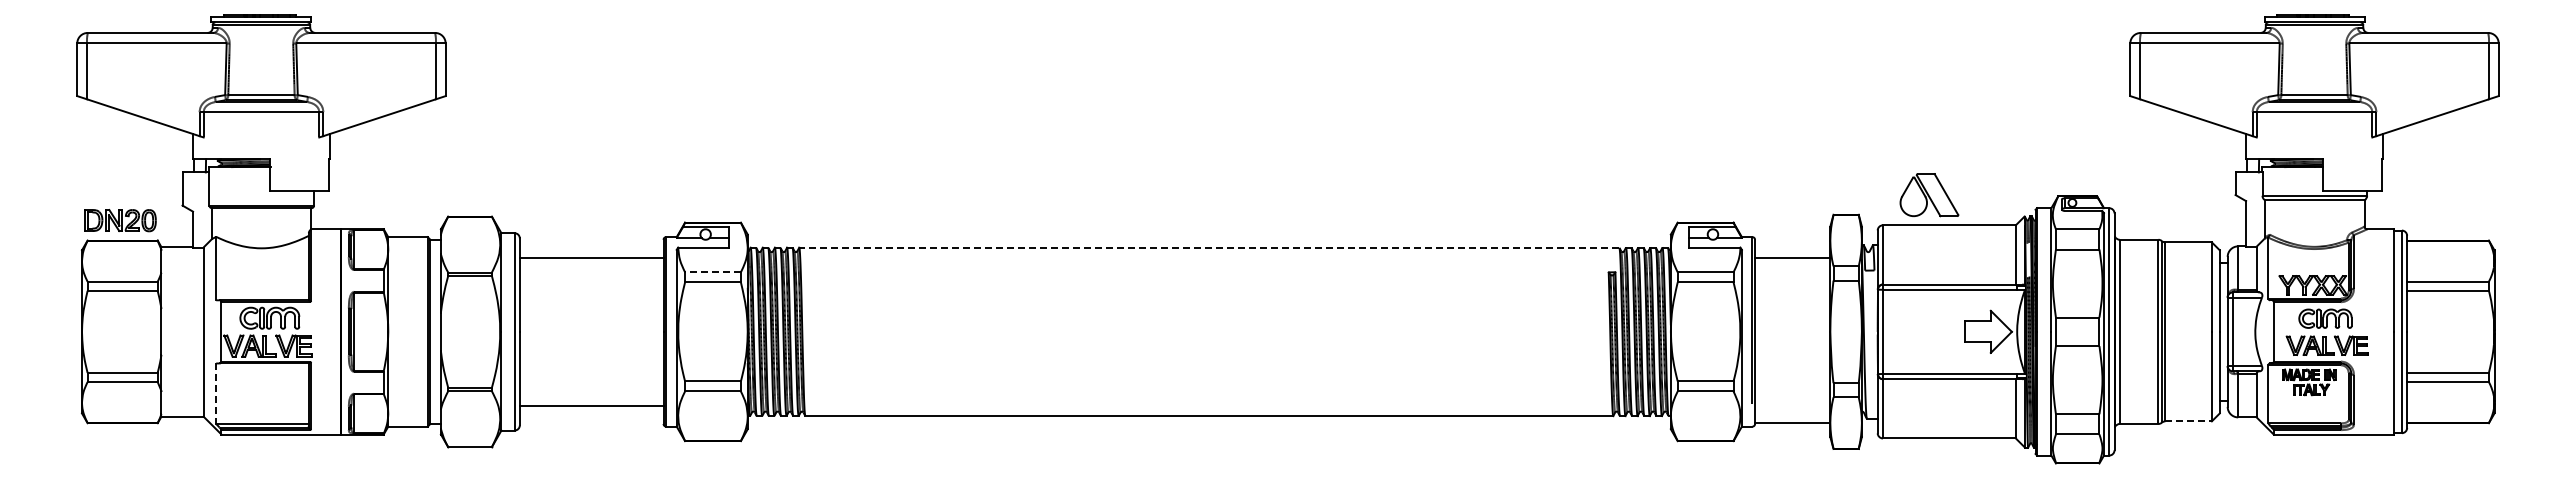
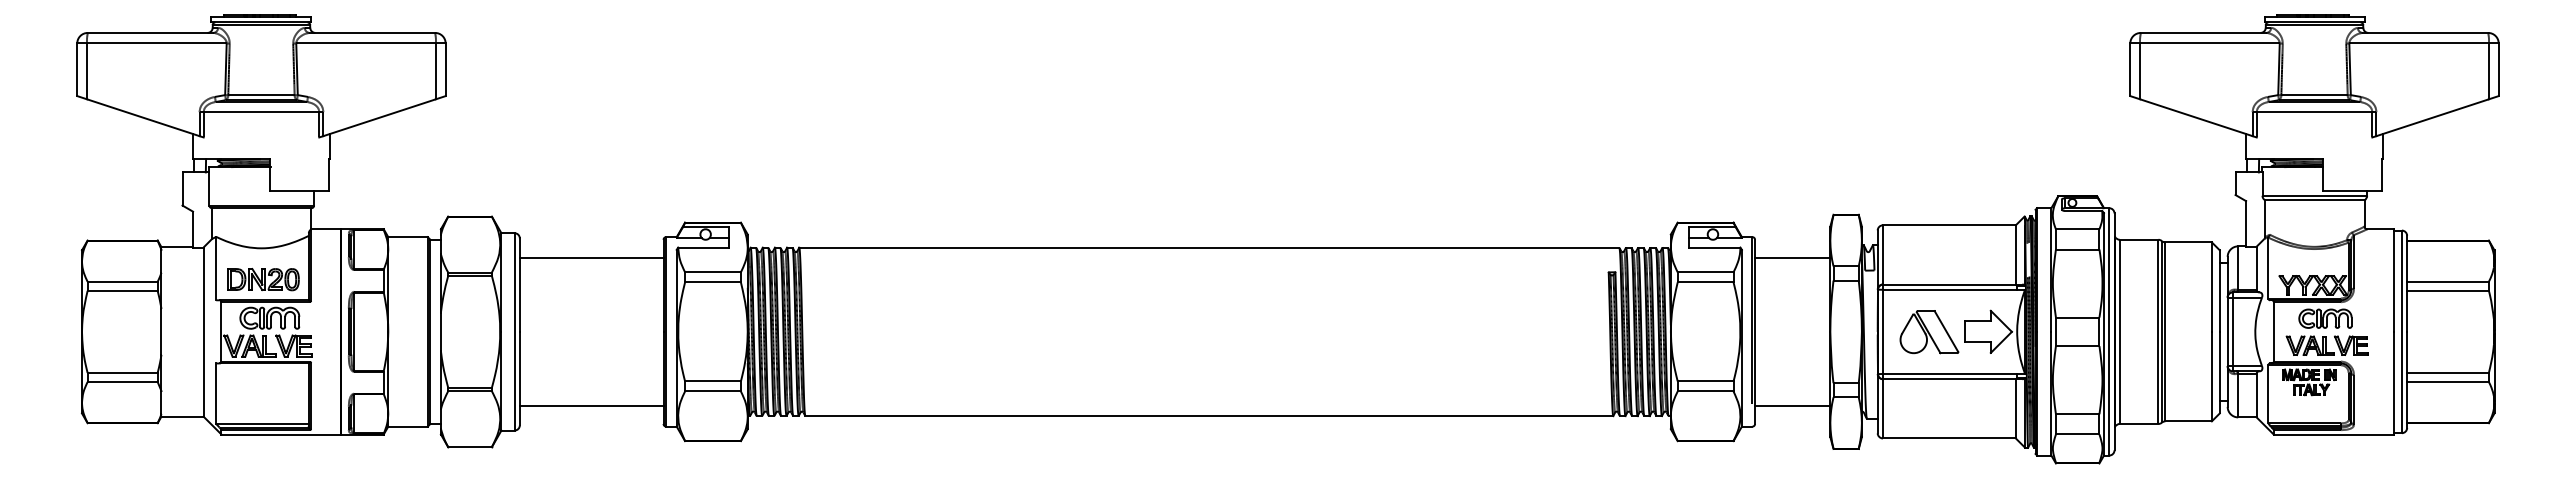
part at (1929, 195) position: (1929, 195) -> (1929, 332)
part at (120, 220) position: (120, 220) -> (263, 279)
line at (1208, 247): dashed -> solid
line at (713, 272): dashed -> solid
line at (216, 394): dashed -> solid
line at (2189, 421): dashed -> solid
line at (1792, 422) position: (1792, 422) -> (1792, 405)
